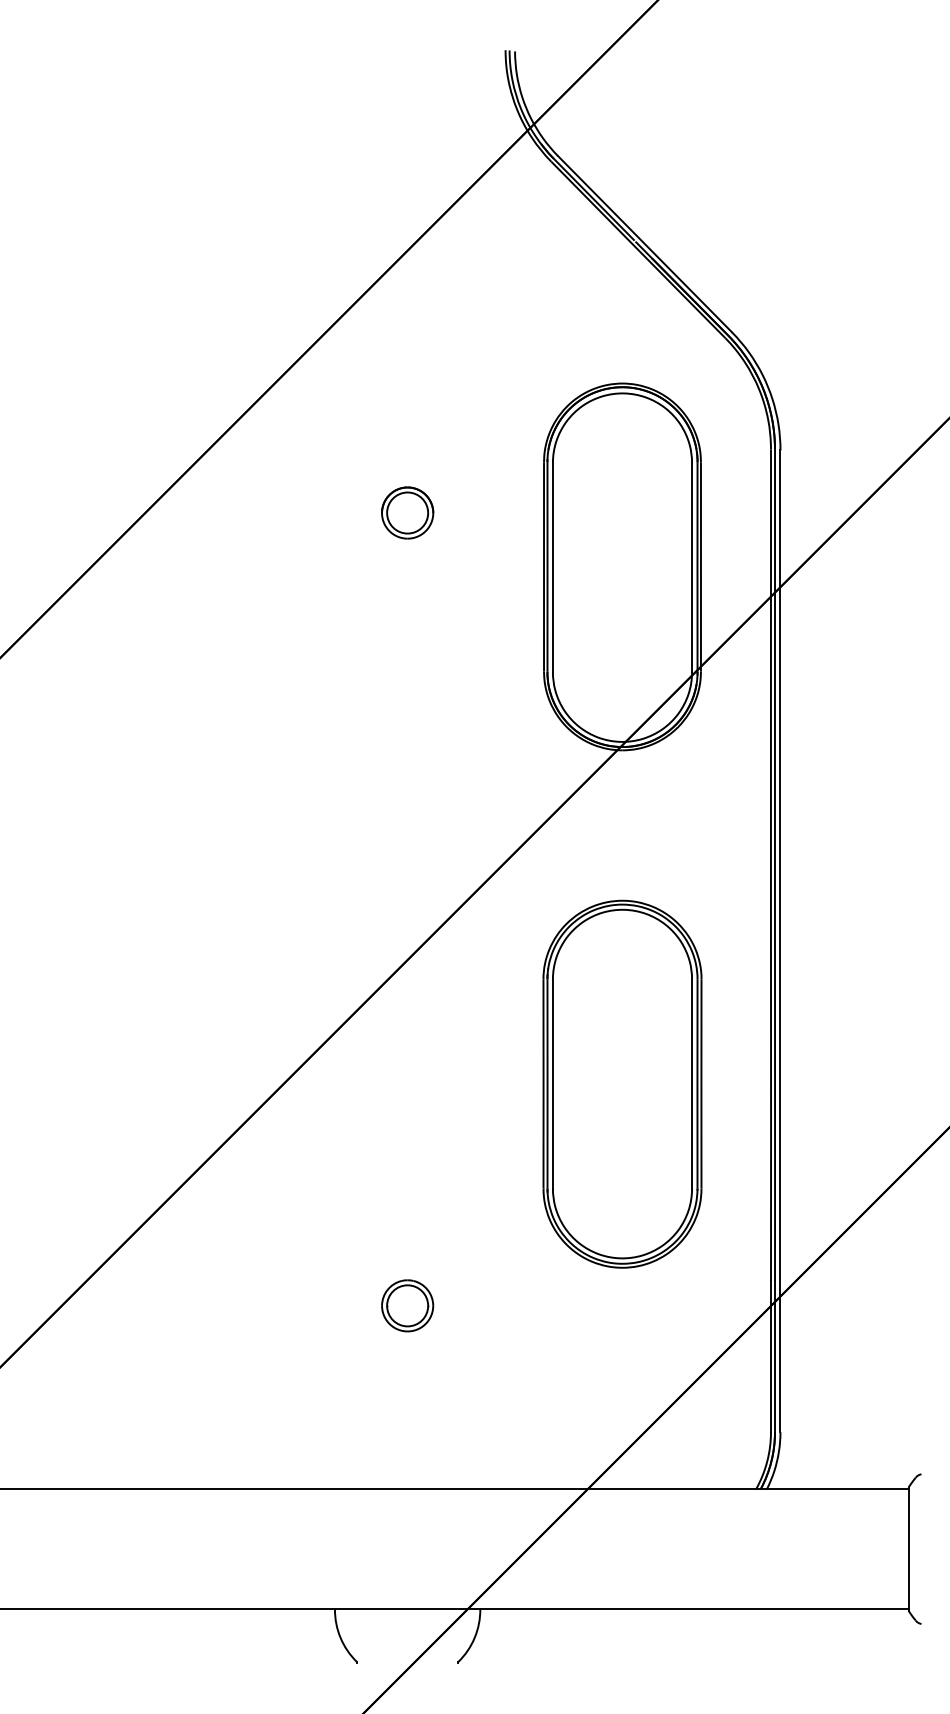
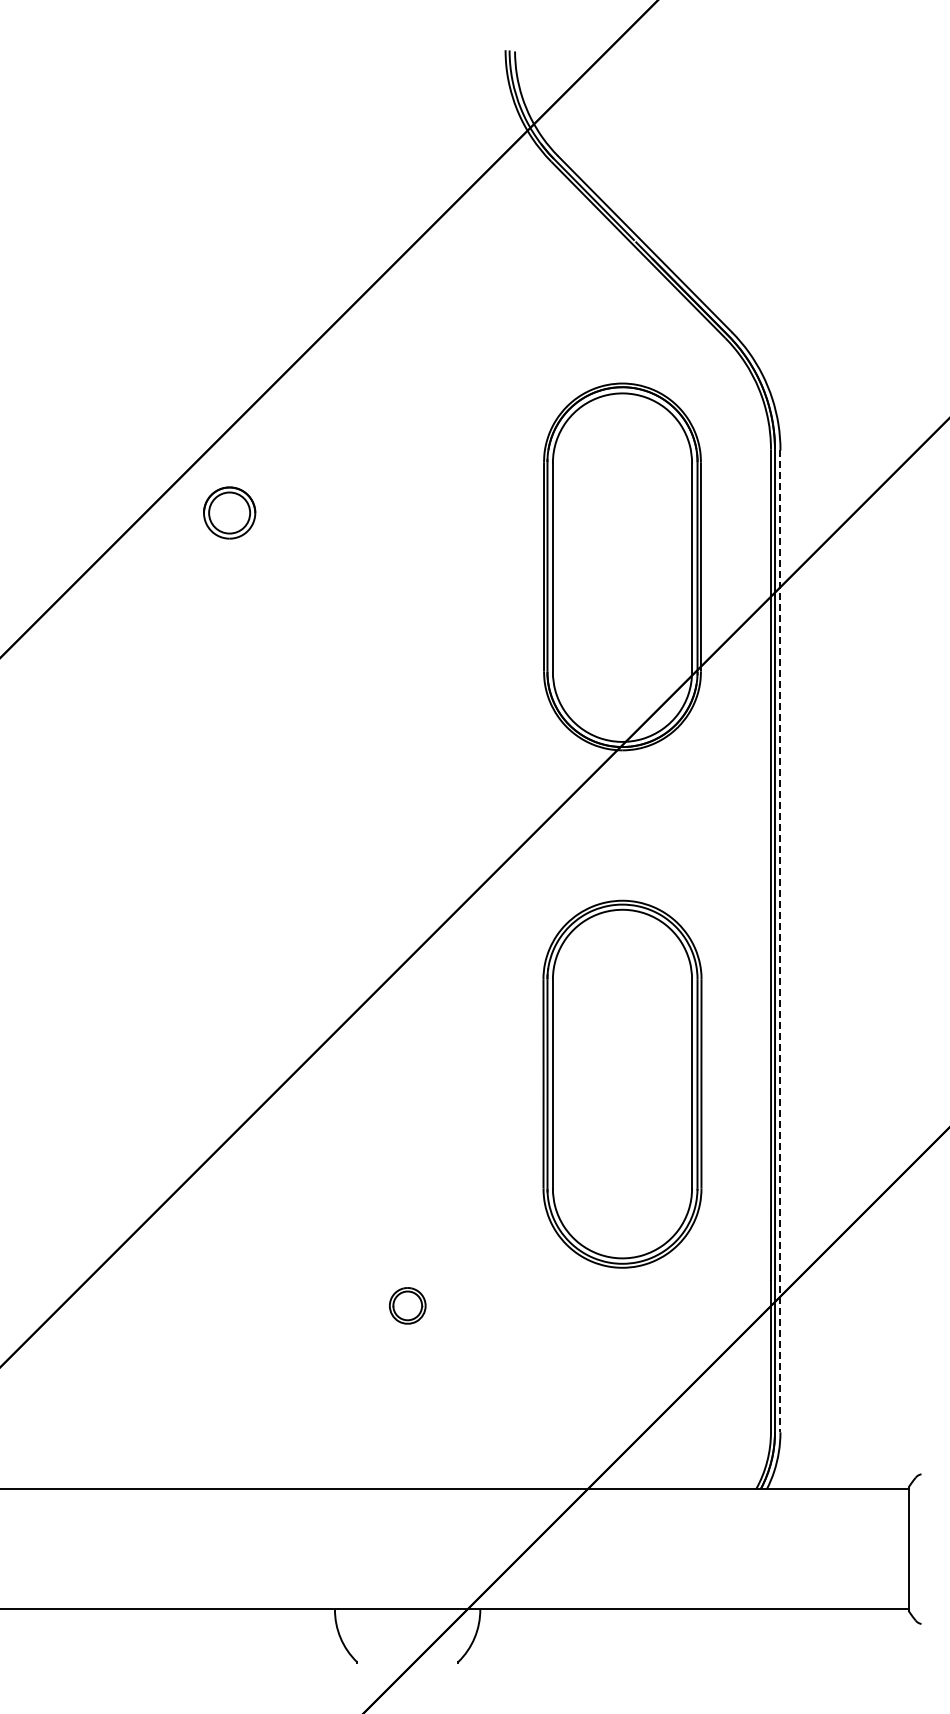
part at (407, 512) position: (407, 512) -> (229, 512)
line at (780, 941): solid -> dashed
part at (407, 1305) size: 54x54 px -> 38x38 px
